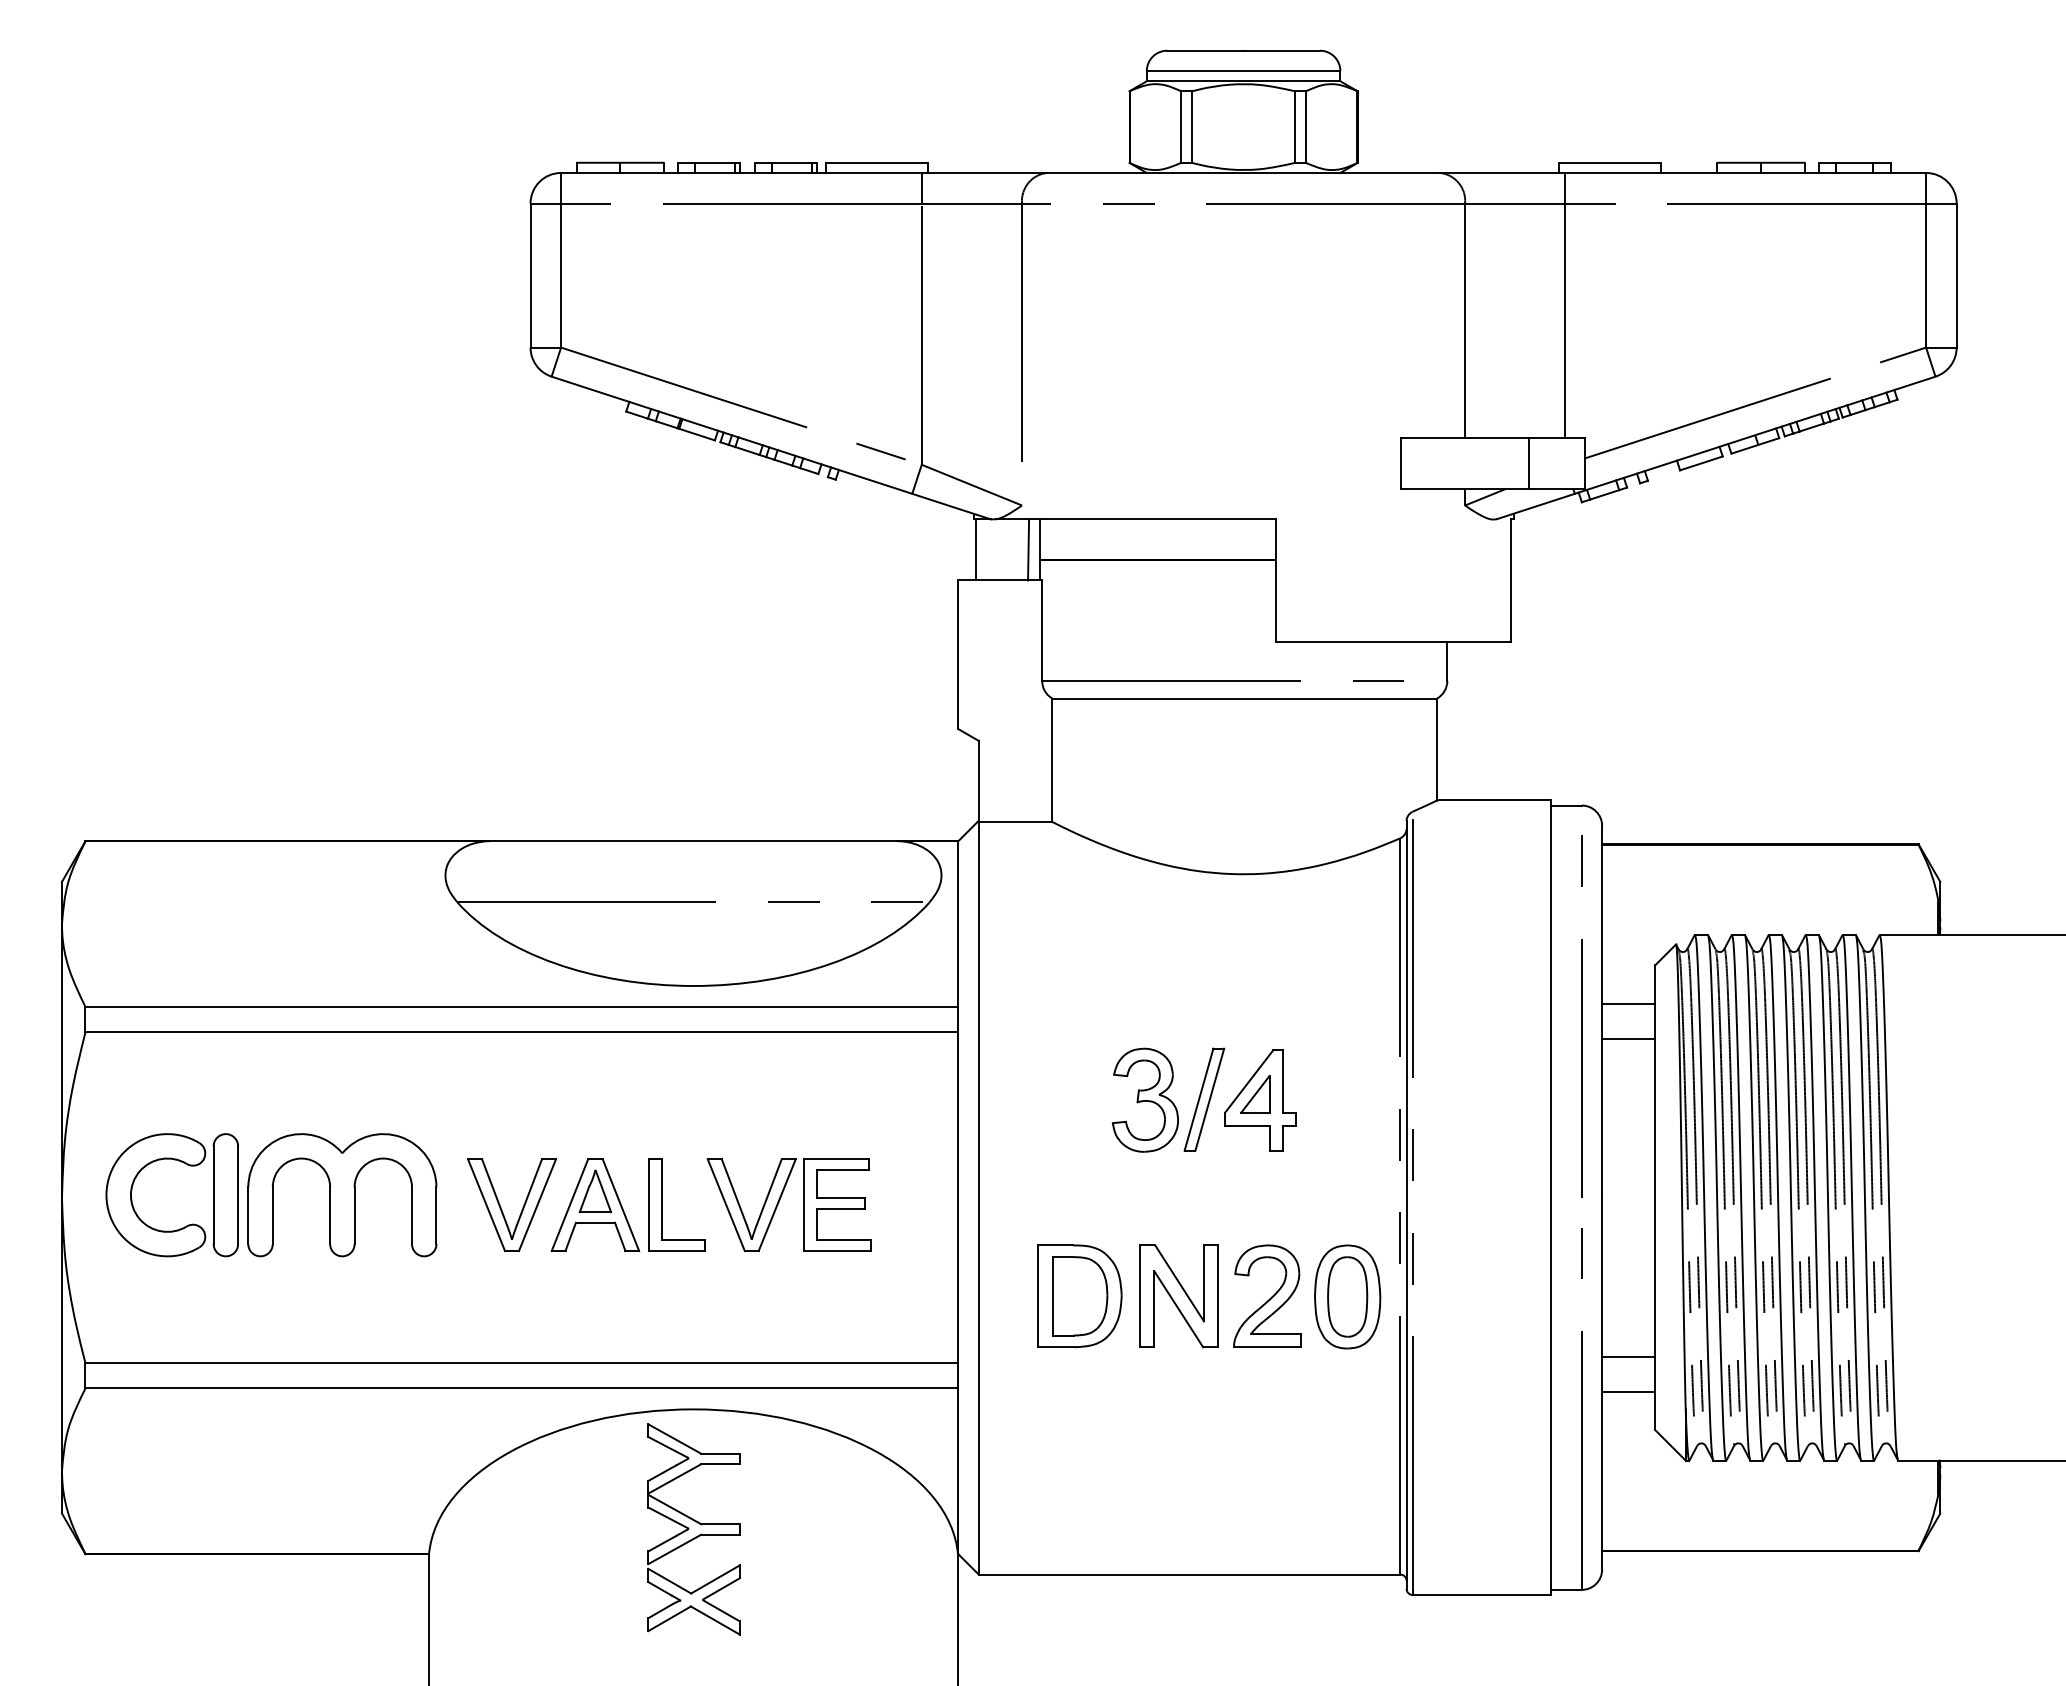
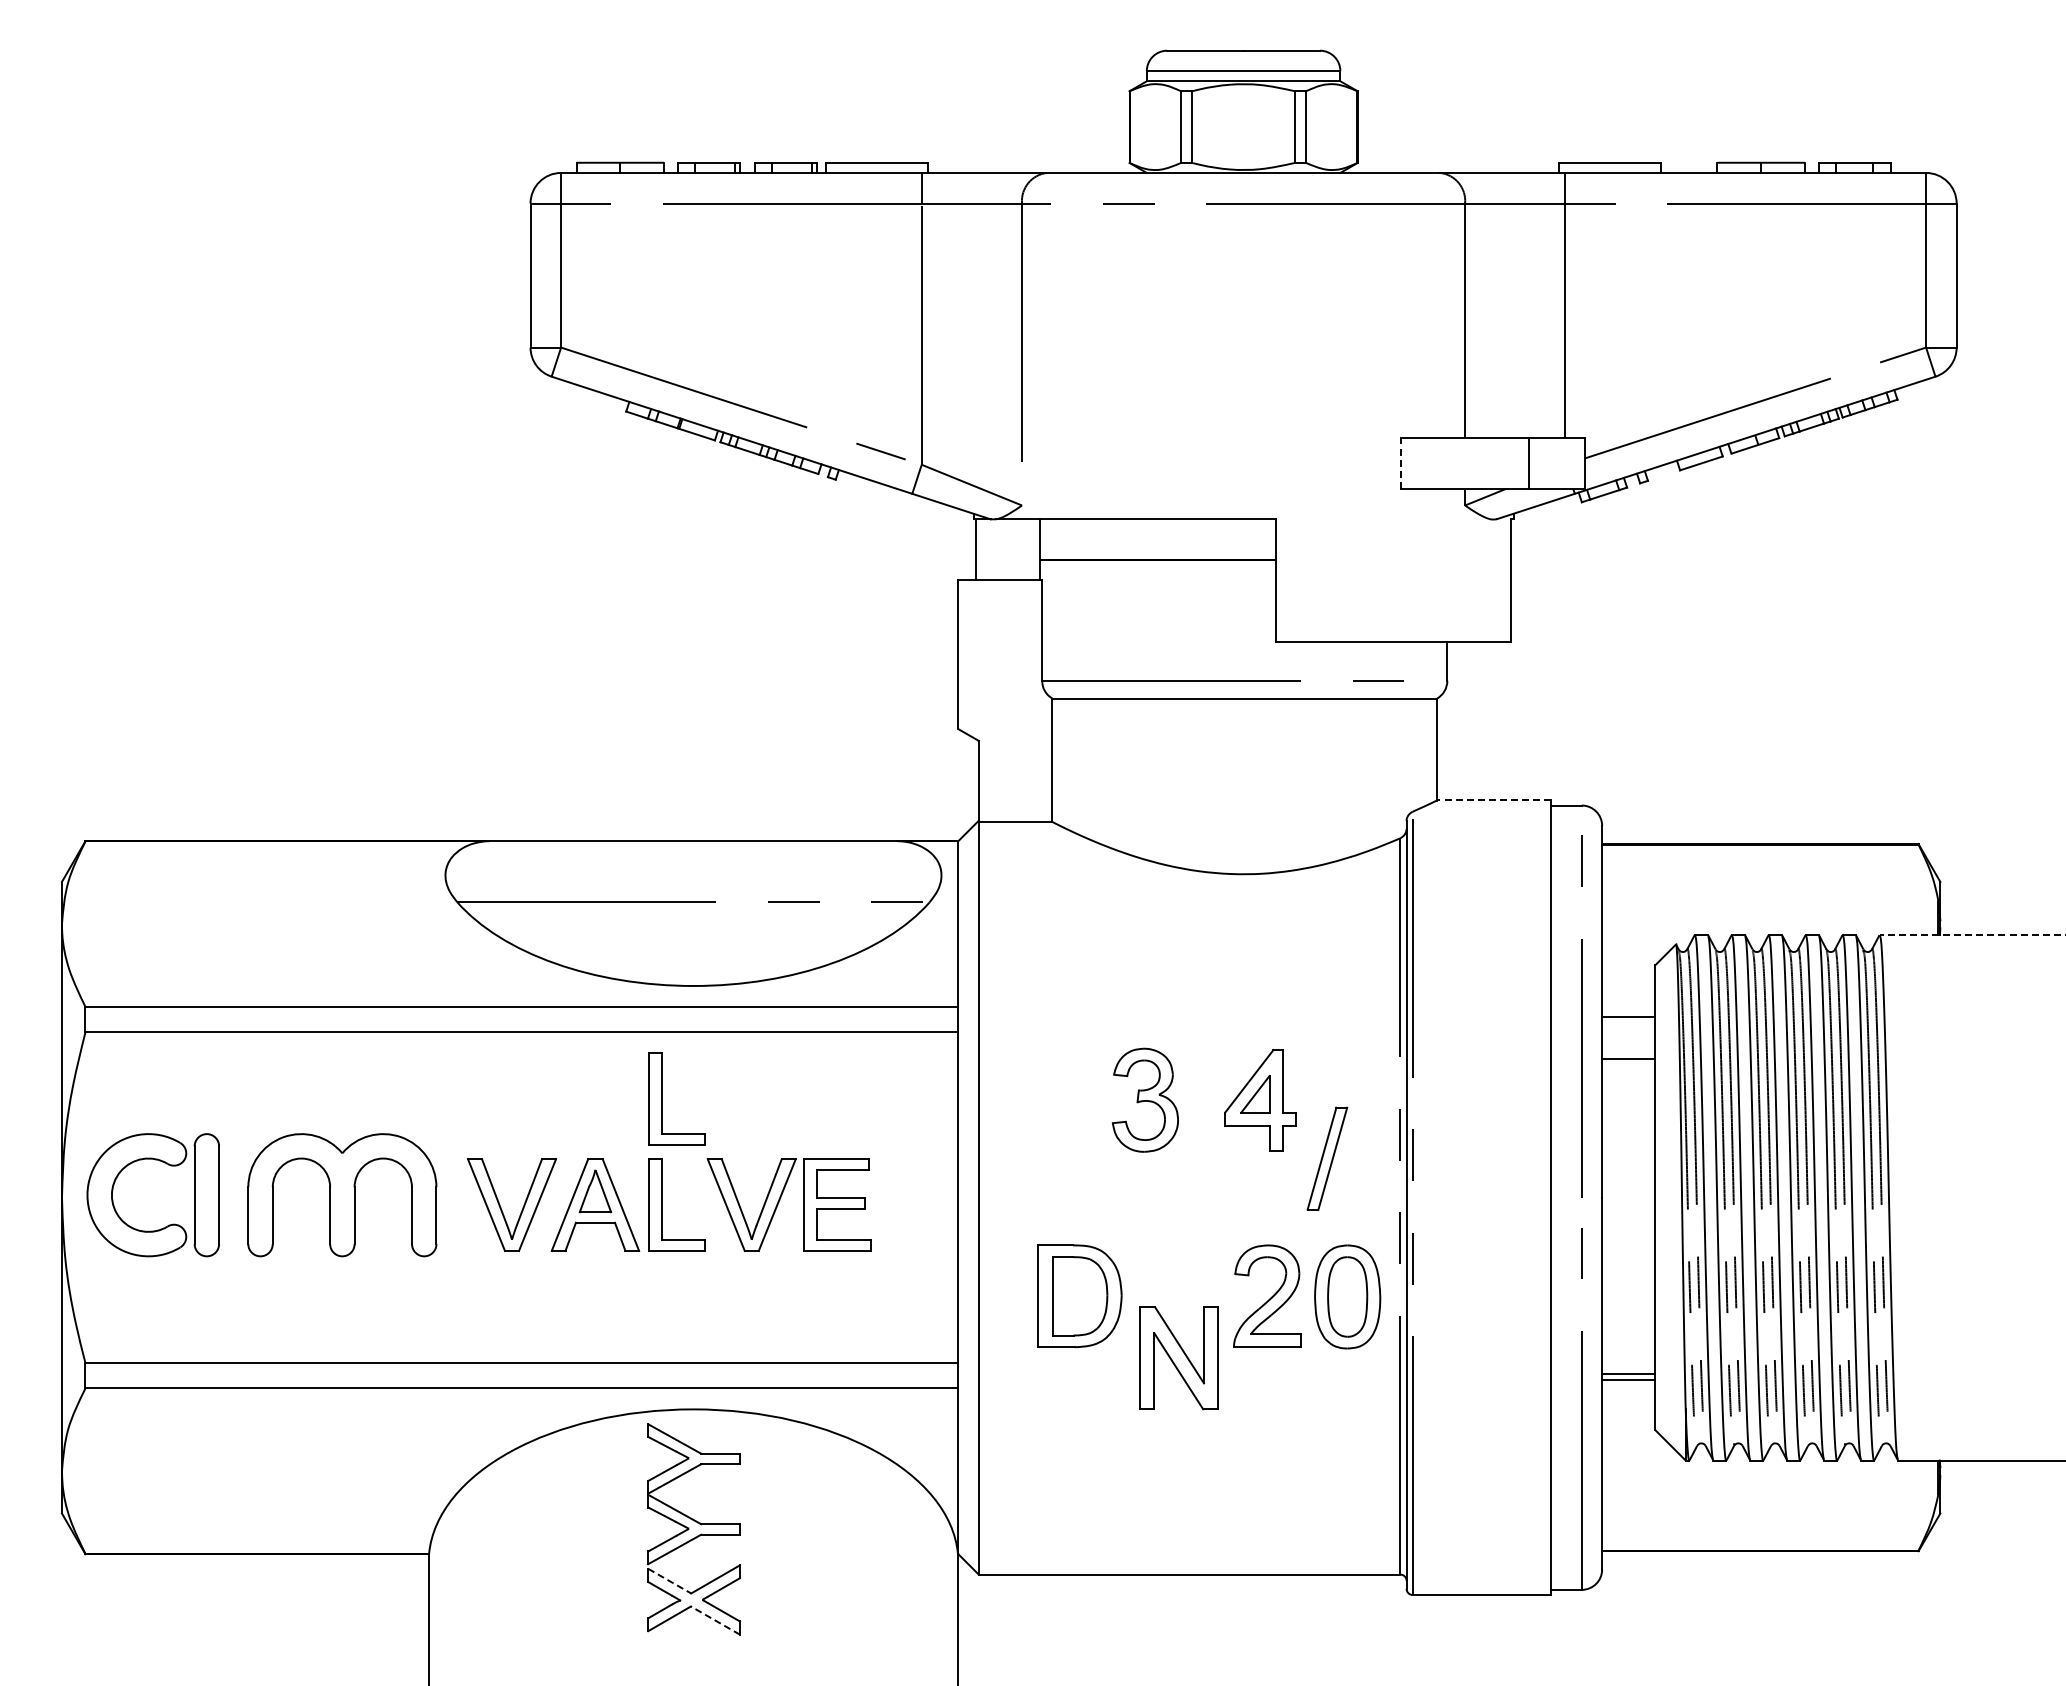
line at (1401, 462): solid -> dashed
line at (1028, 549): present -> none
line at (1493, 800): solid -> dashed
line at (1972, 934): solid -> dashed
line at (1628, 1003) position: (1628, 1003) -> (1628, 1016)
line at (1628, 1038) position: (1628, 1038) -> (1628, 1058)
part at (662, 1098): none -> present
part at (1204, 1099) position: (1204, 1099) -> (1327, 1158)
part at (186, 1225) position: (186, 1225) -> (167, 1225)
part at (1178, 1296) position: (1178, 1296) -> (1178, 1358)
line at (1628, 1356) position: (1628, 1356) -> (1628, 1379)
line at (1628, 1391) position: (1628, 1391) -> (1628, 1373)
line at (669, 1581): solid -> dashed
line at (715, 1620): solid -> dashed
